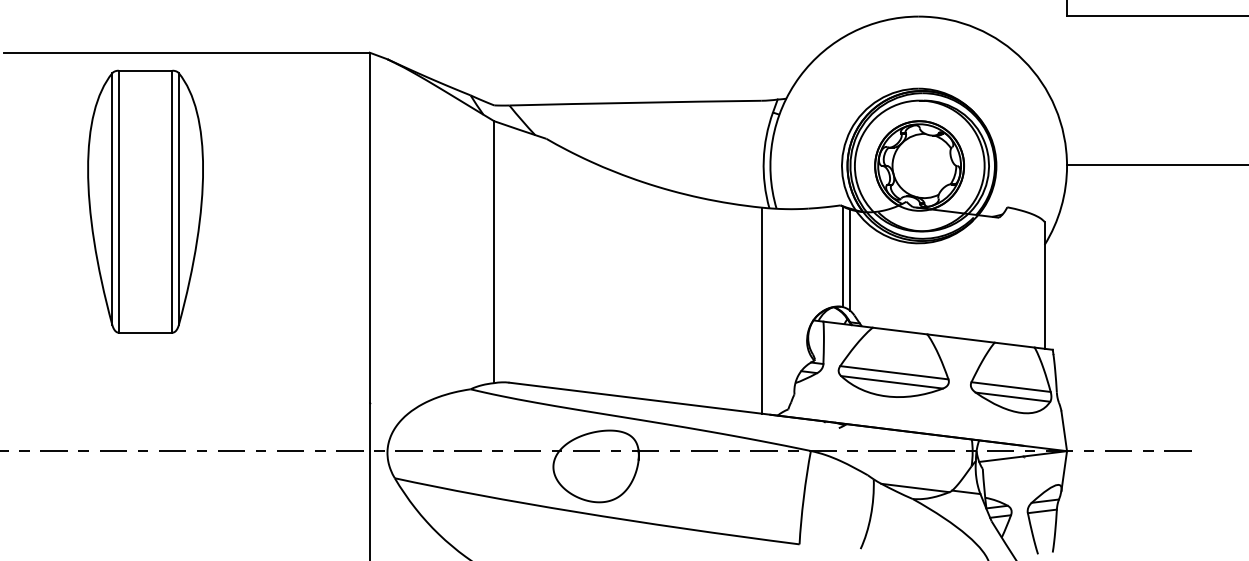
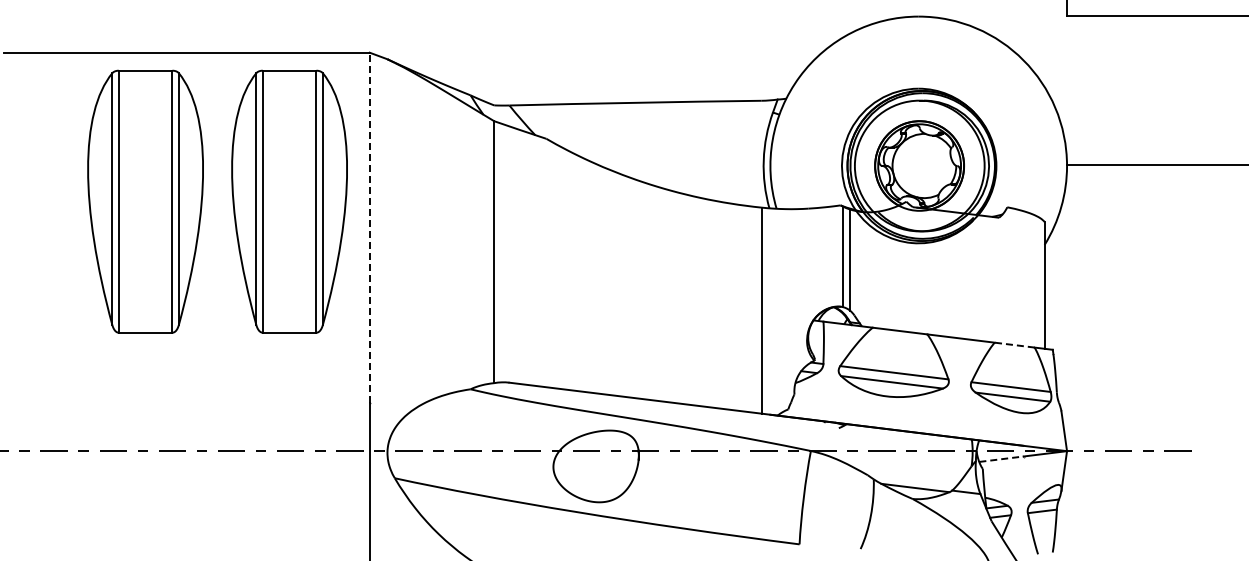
part at (289, 201): none -> present
line at (369, 227): solid -> dashed
line at (1014, 345): solid -> dashed
line at (1001, 459): solid -> dashed
